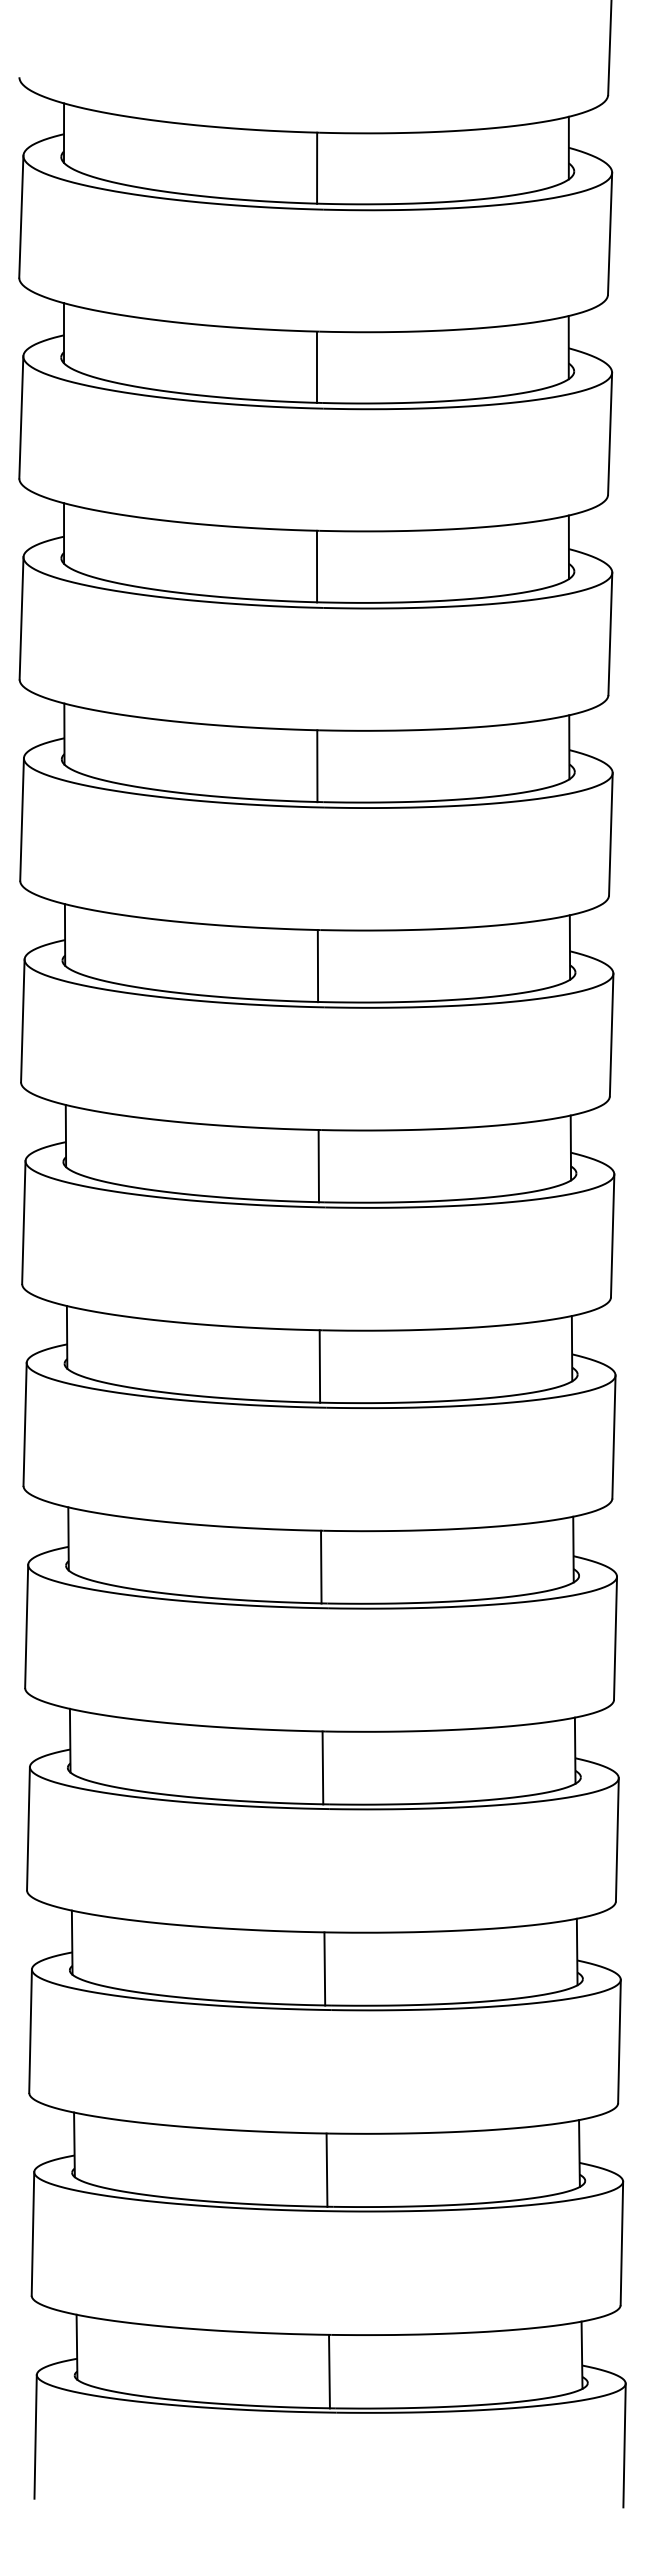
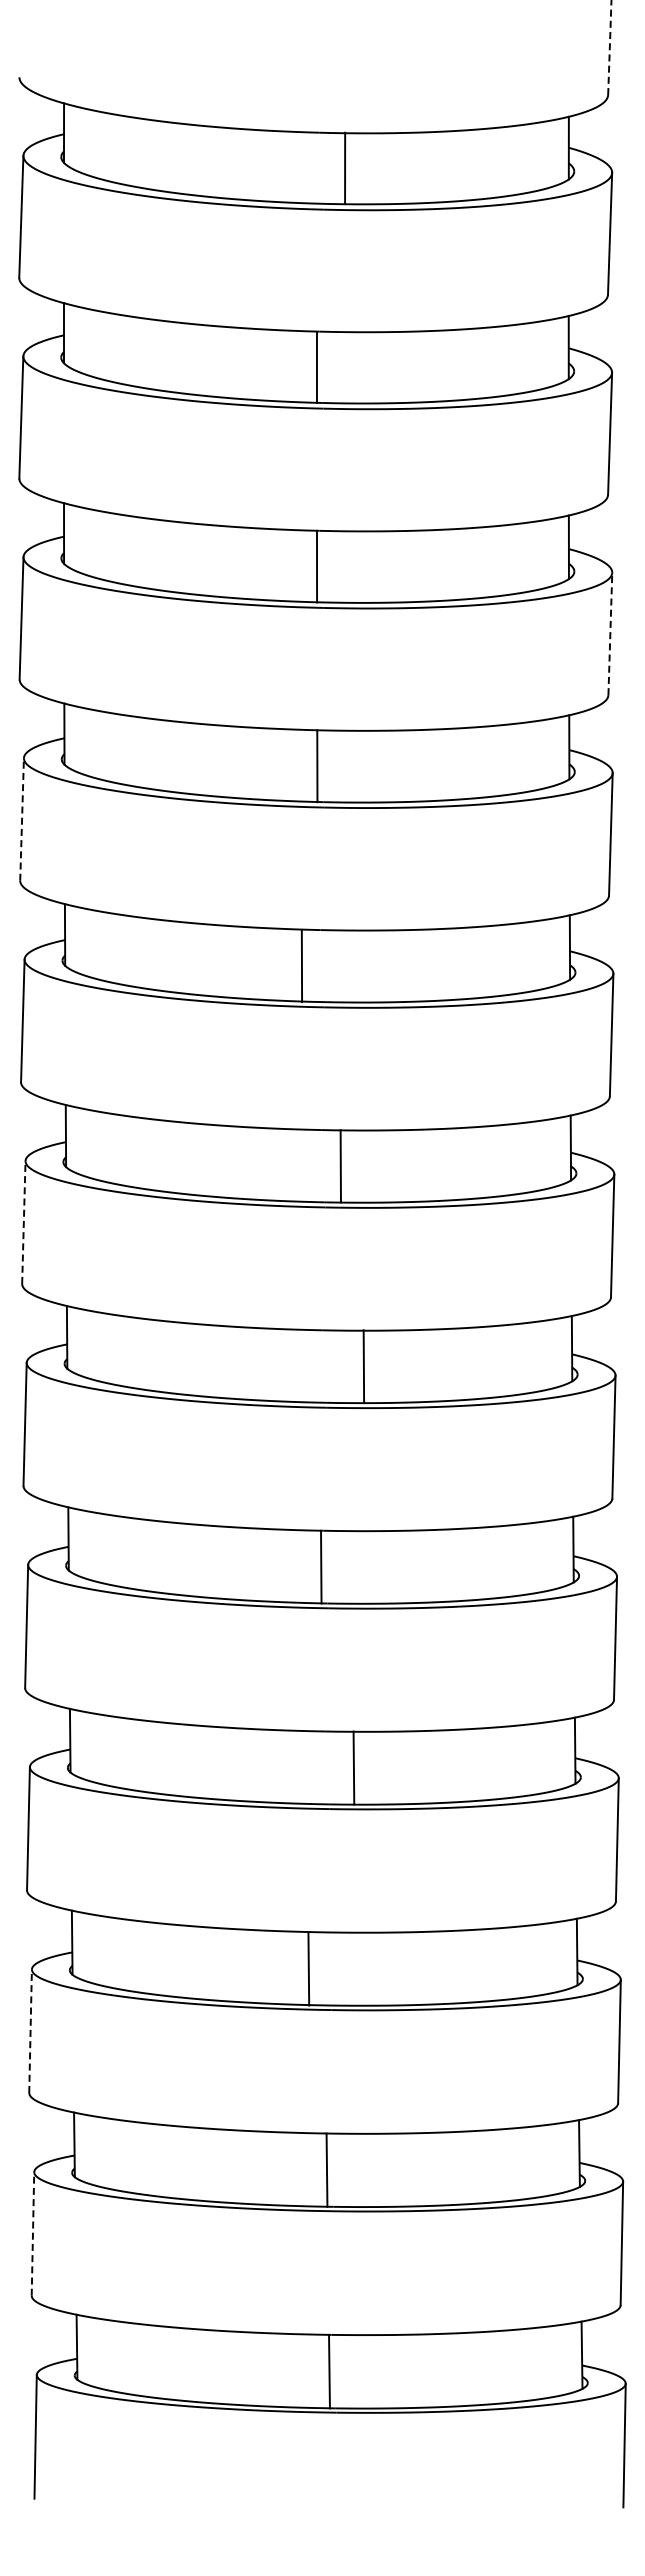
line at (609, 47): solid -> dashed
line at (317, 167) position: (317, 167) -> (345, 167)
line at (610, 633): solid -> dashed
line at (22, 819): solid -> dashed
line at (317, 966) position: (317, 966) -> (301, 966)
line at (318, 1166) position: (318, 1166) -> (340, 1166)
line at (23, 1222): solid -> dashed
line at (319, 1366) position: (319, 1366) -> (363, 1366)
line at (322, 1767) position: (322, 1767) -> (353, 1767)
line at (324, 1968) position: (324, 1968) -> (308, 1968)
line at (30, 2031): solid -> dashed
line at (32, 2233): solid -> dashed
